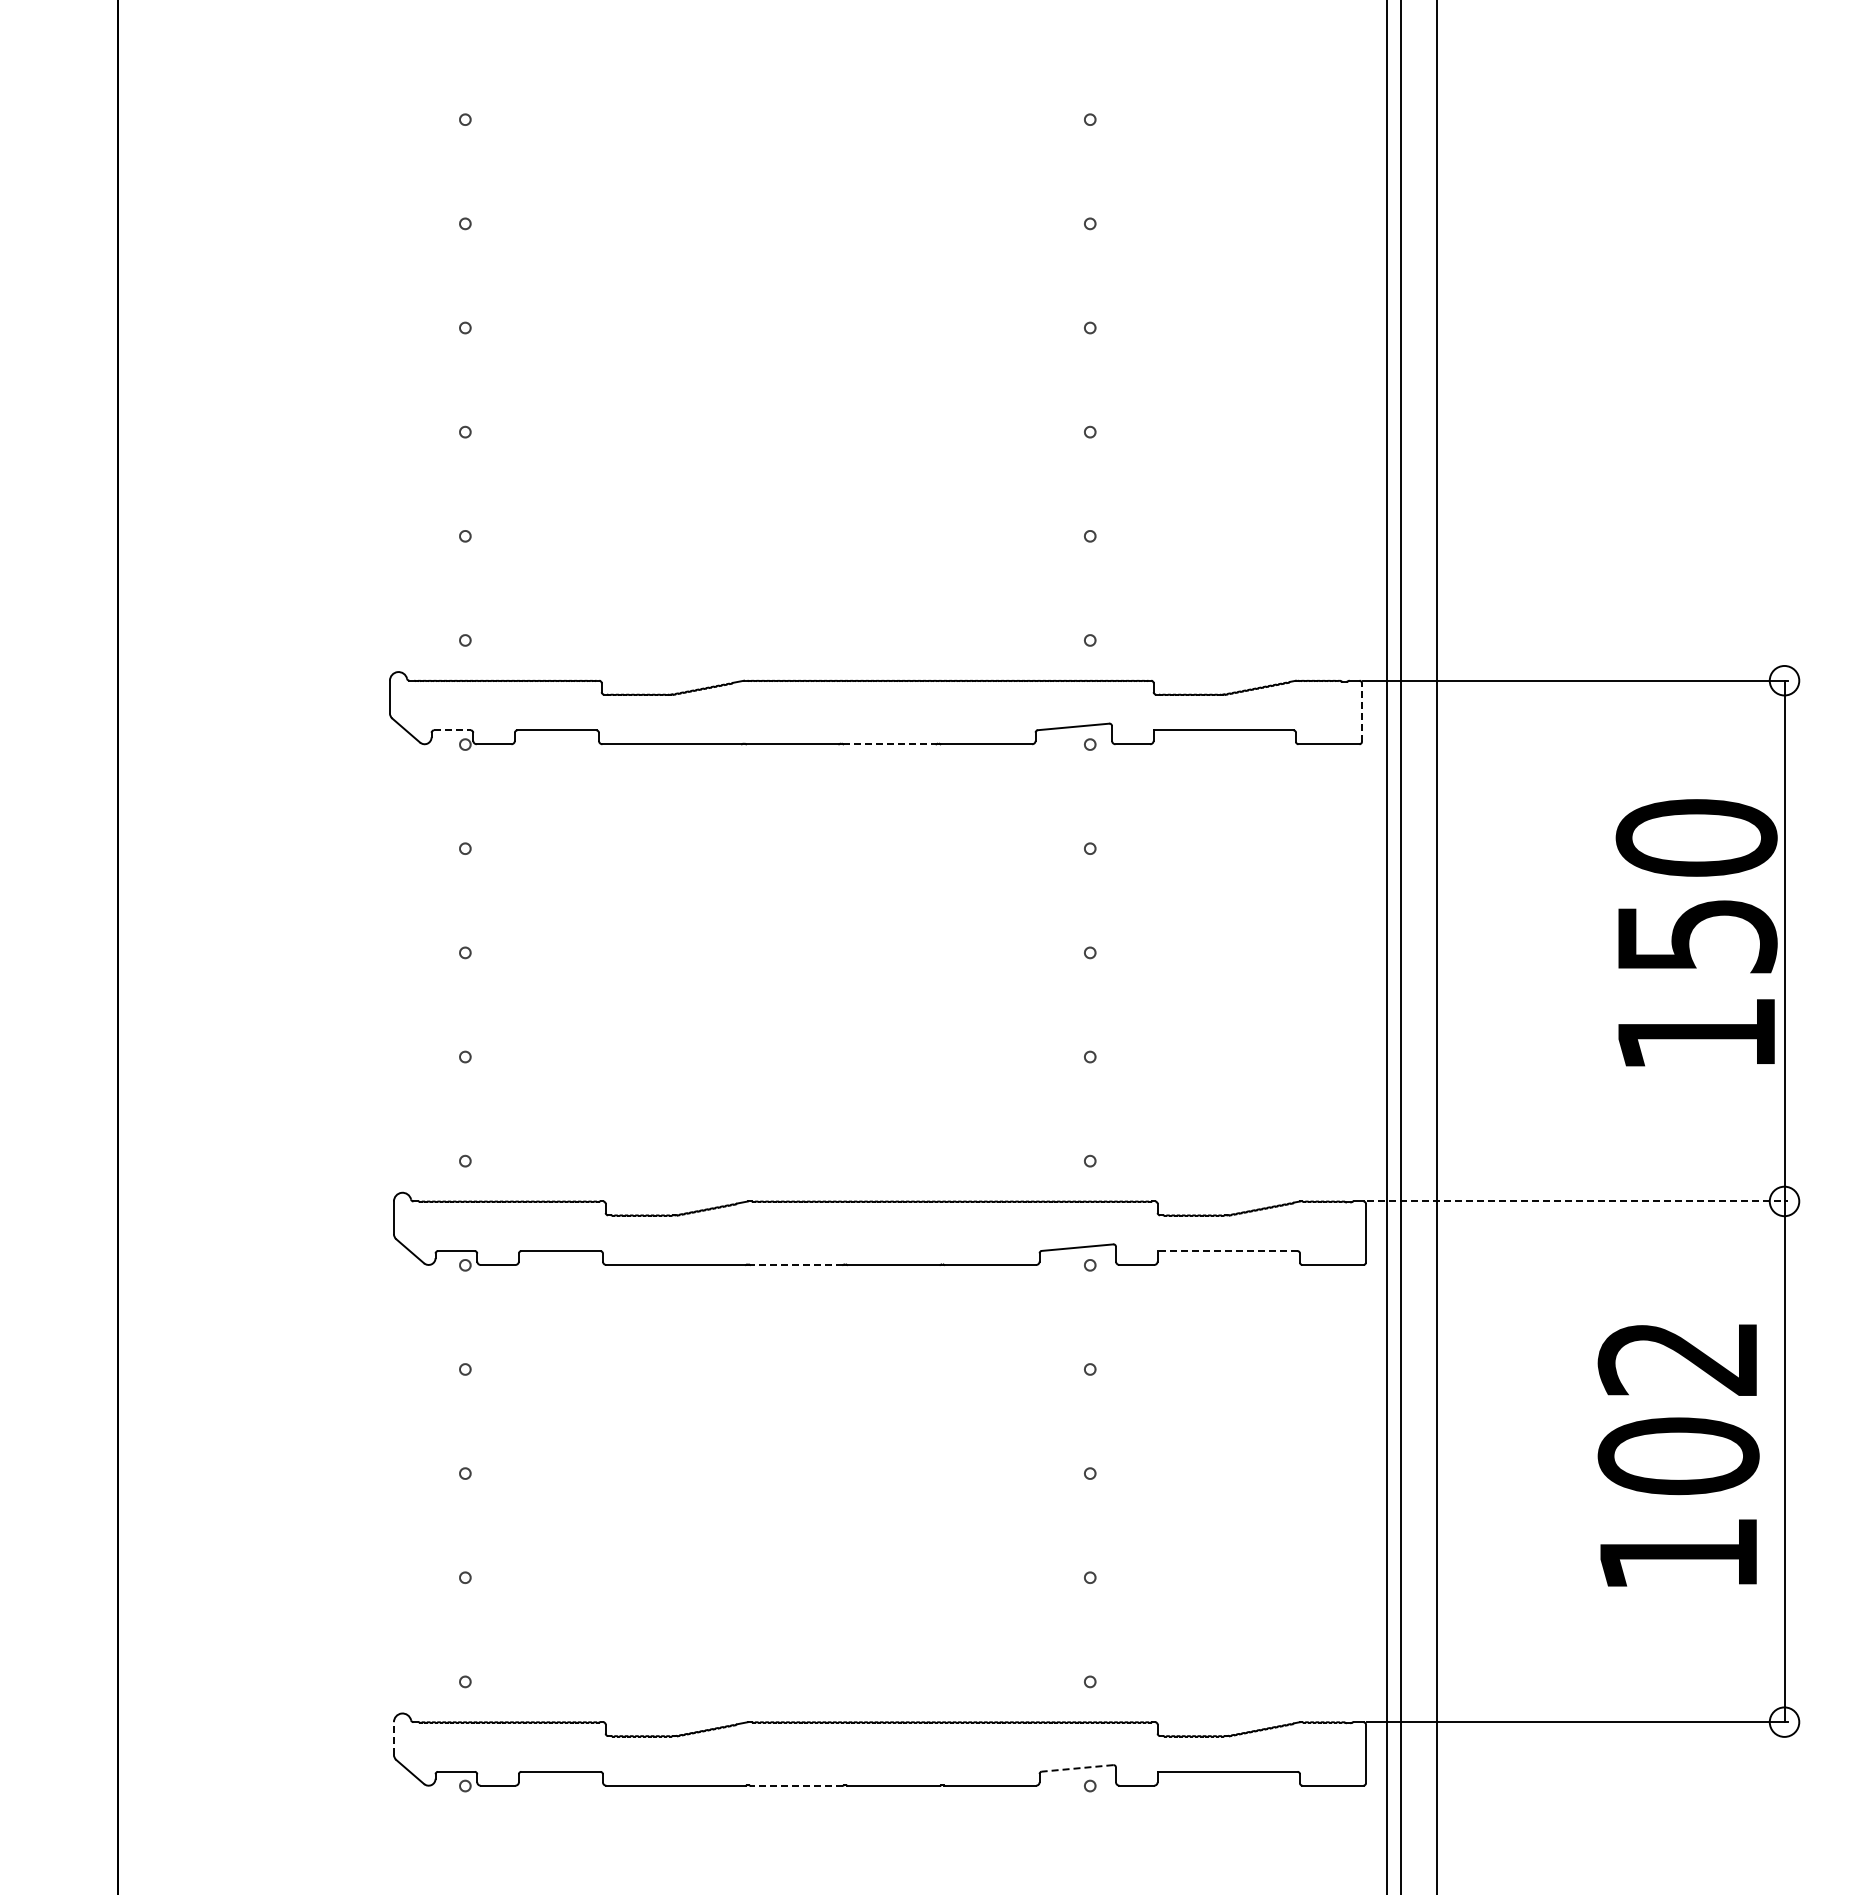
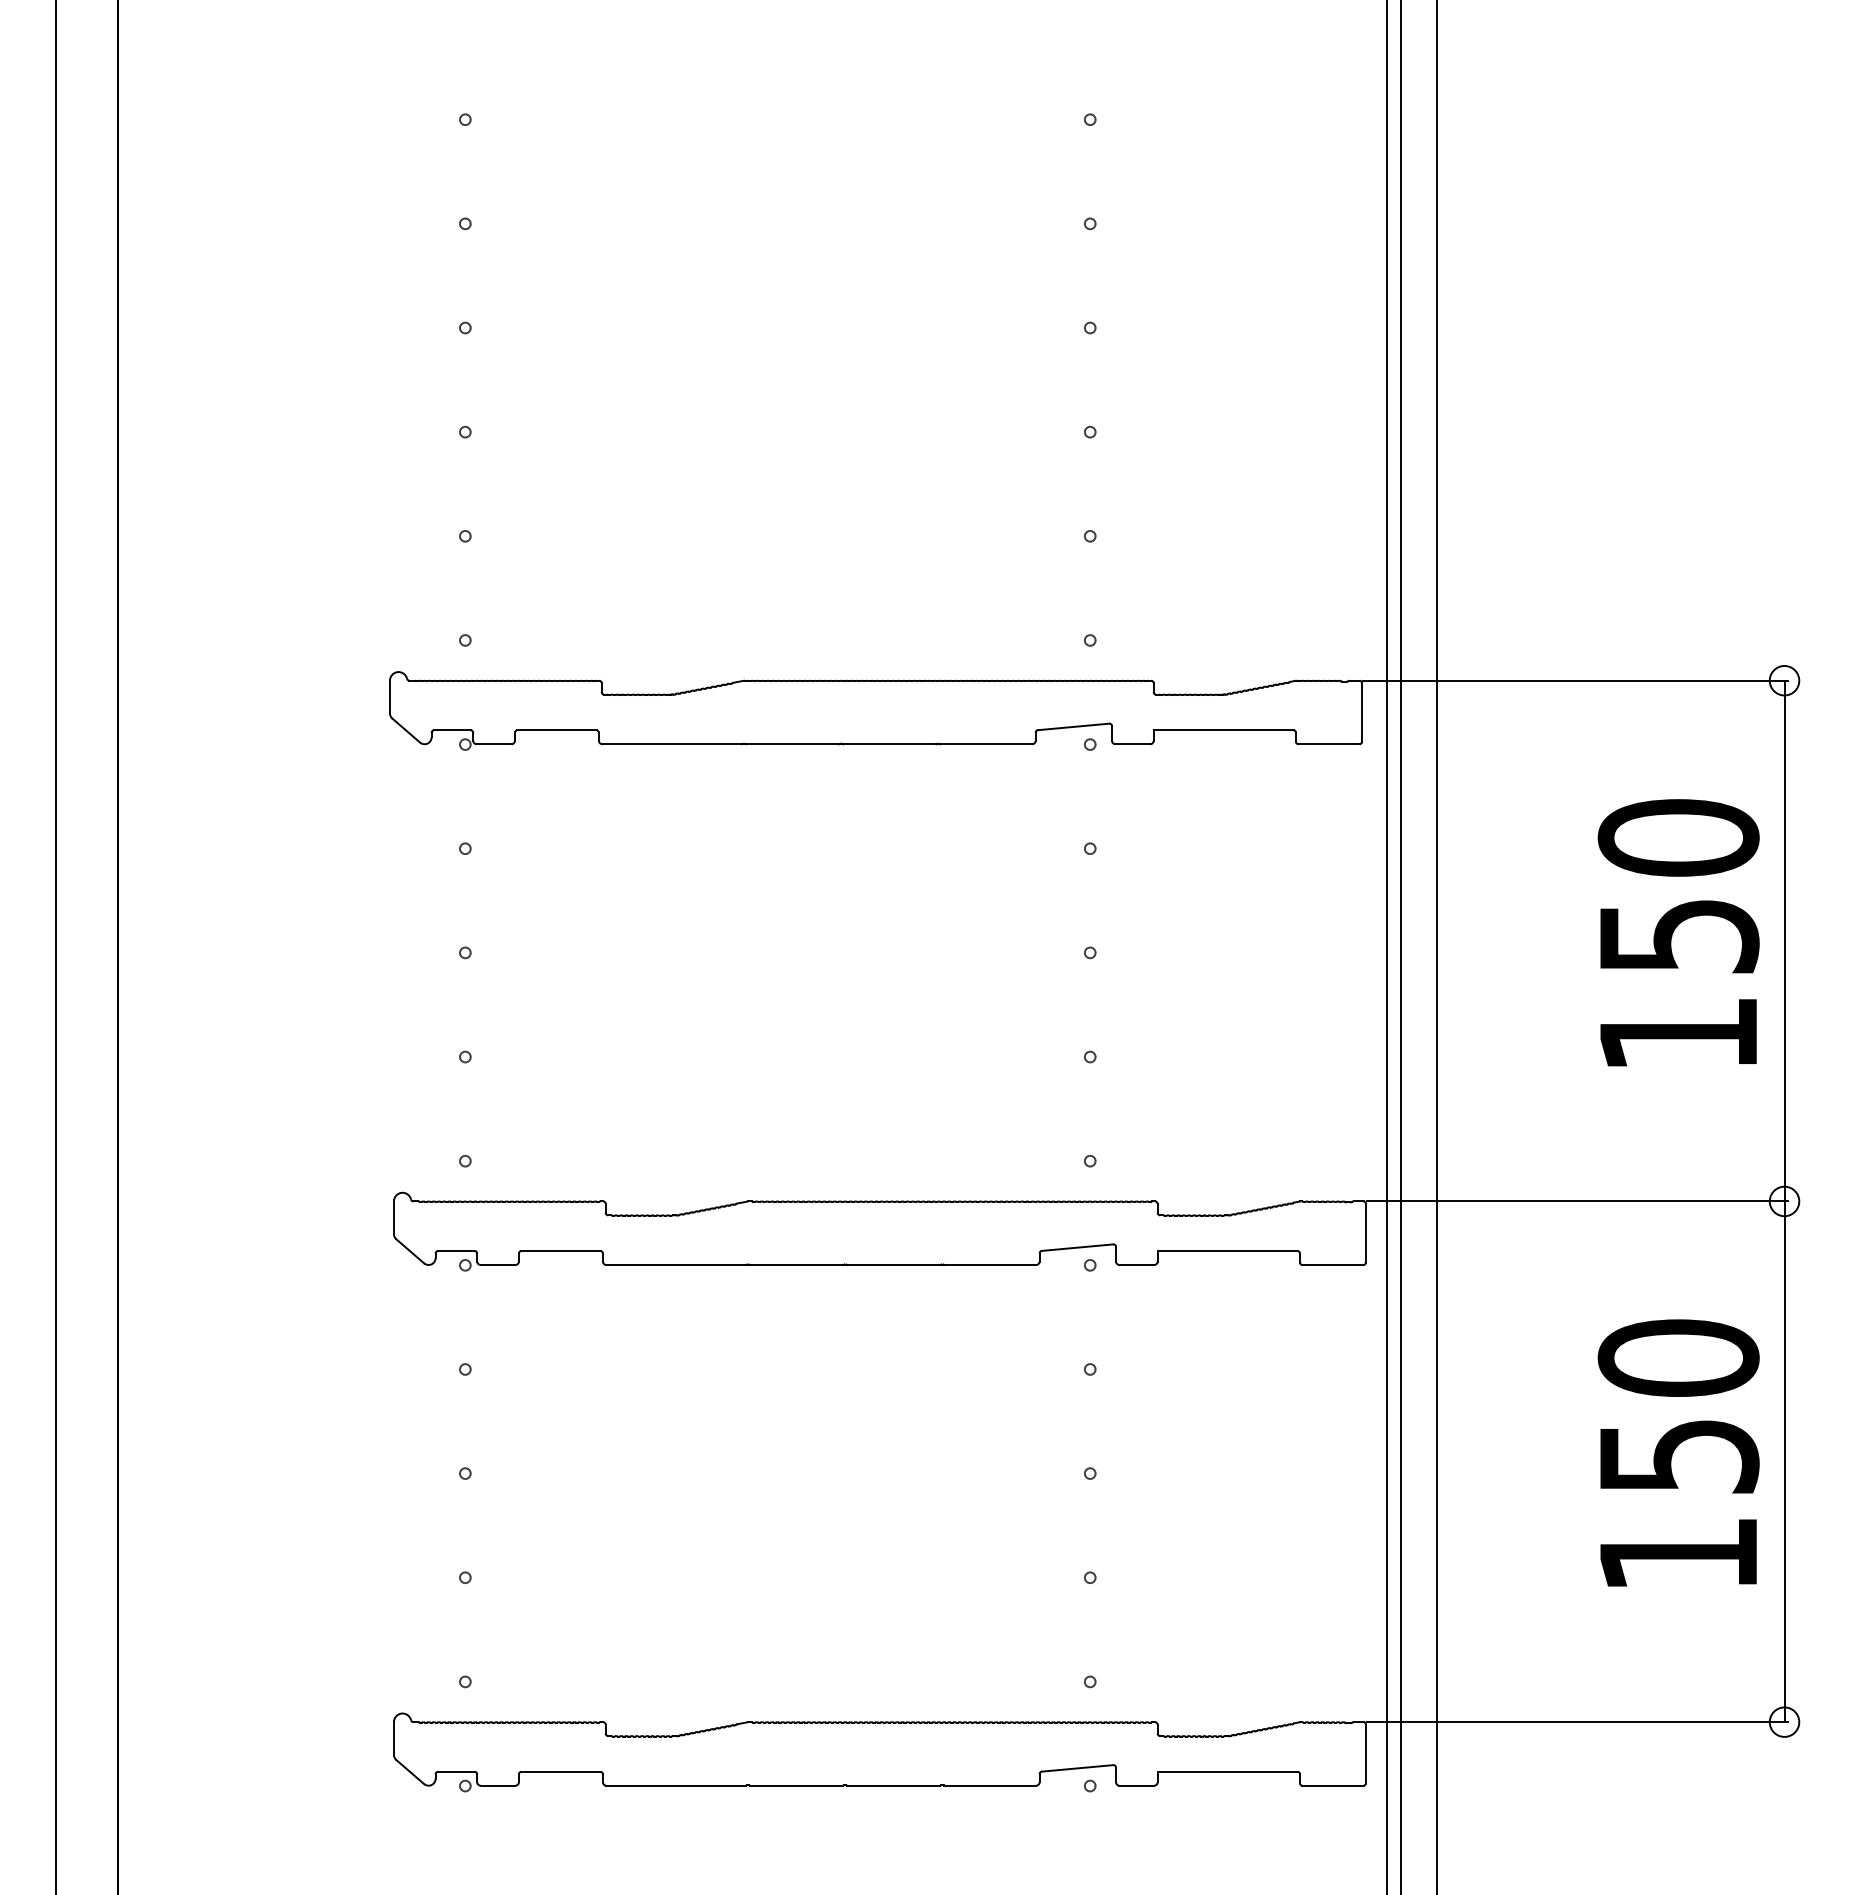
line at (1361, 712): dashed -> solid
line at (452, 730): dashed -> solid
line at (889, 744): dashed -> solid
text at (1696, 932) position: (1696, 932) -> (1678, 932)
line at (55, 946): none -> present
line at (1578, 1201): dashed -> solid
line at (1227, 1251): dashed -> solid
line at (796, 1264): dashed -> solid
text at (1678, 1407): 102 -> 150
line at (393, 1737): dashed -> solid
line at (1077, 1768): dashed -> solid
line at (796, 1785): dashed -> solid
